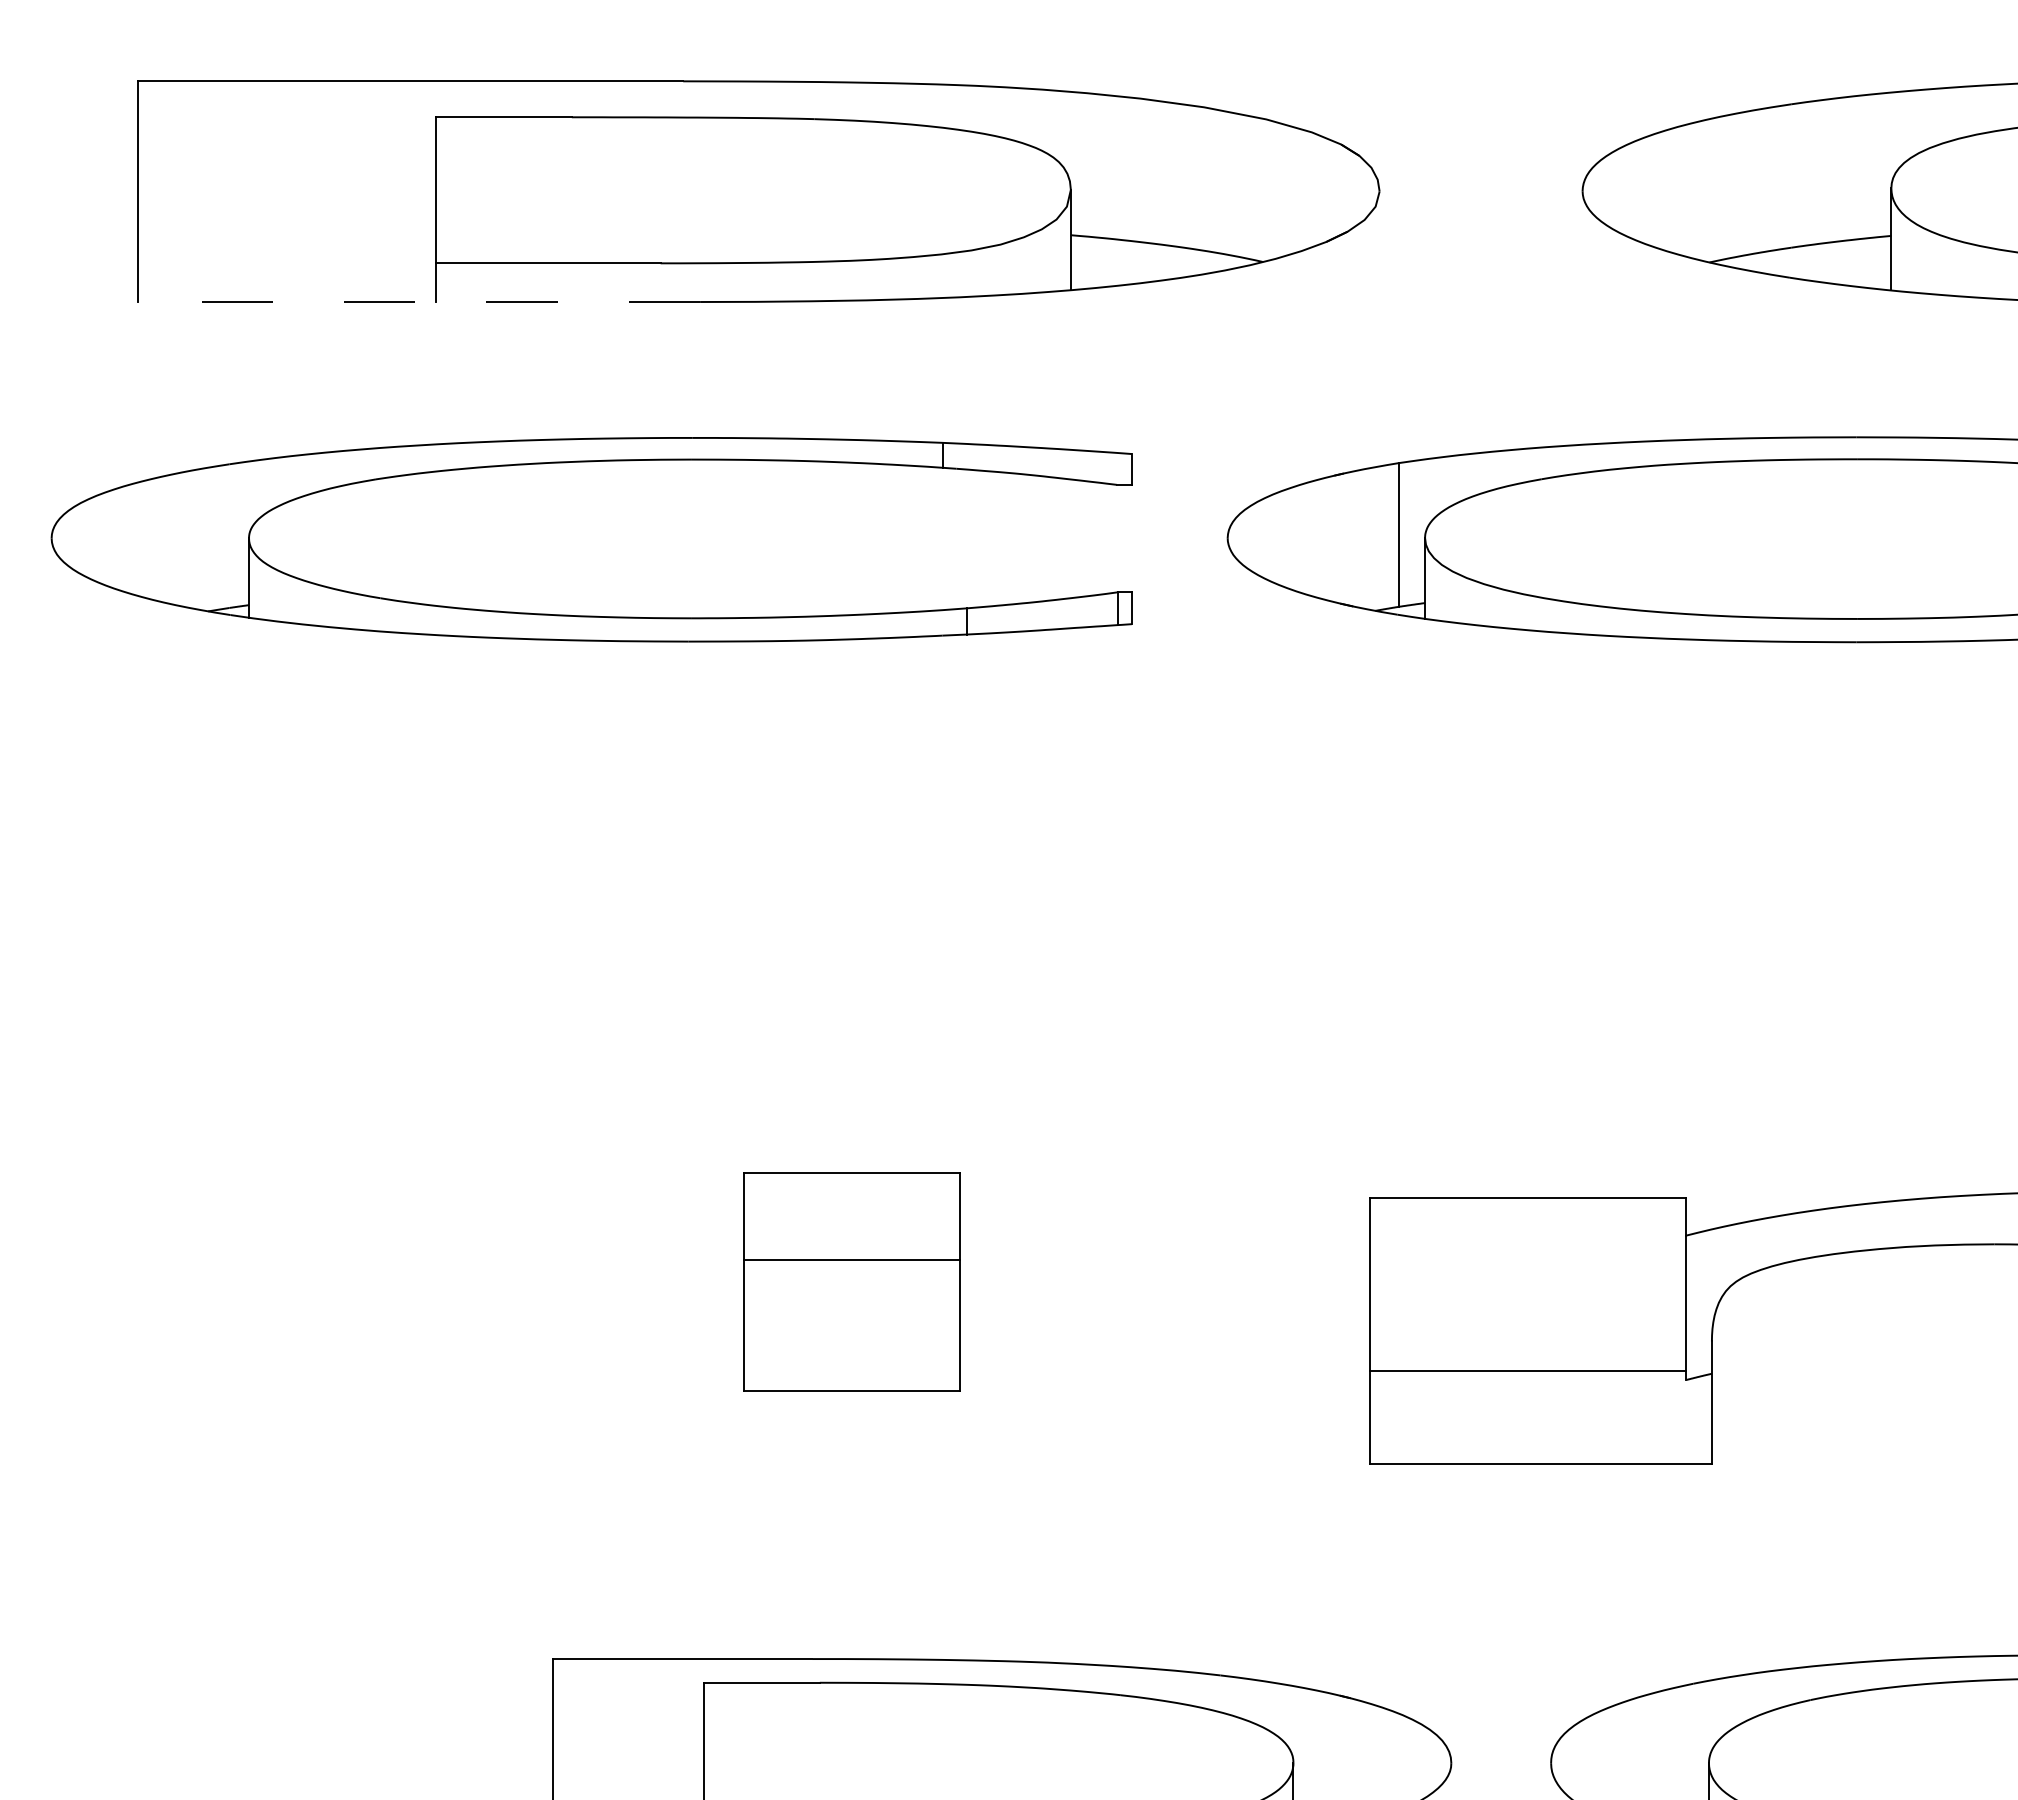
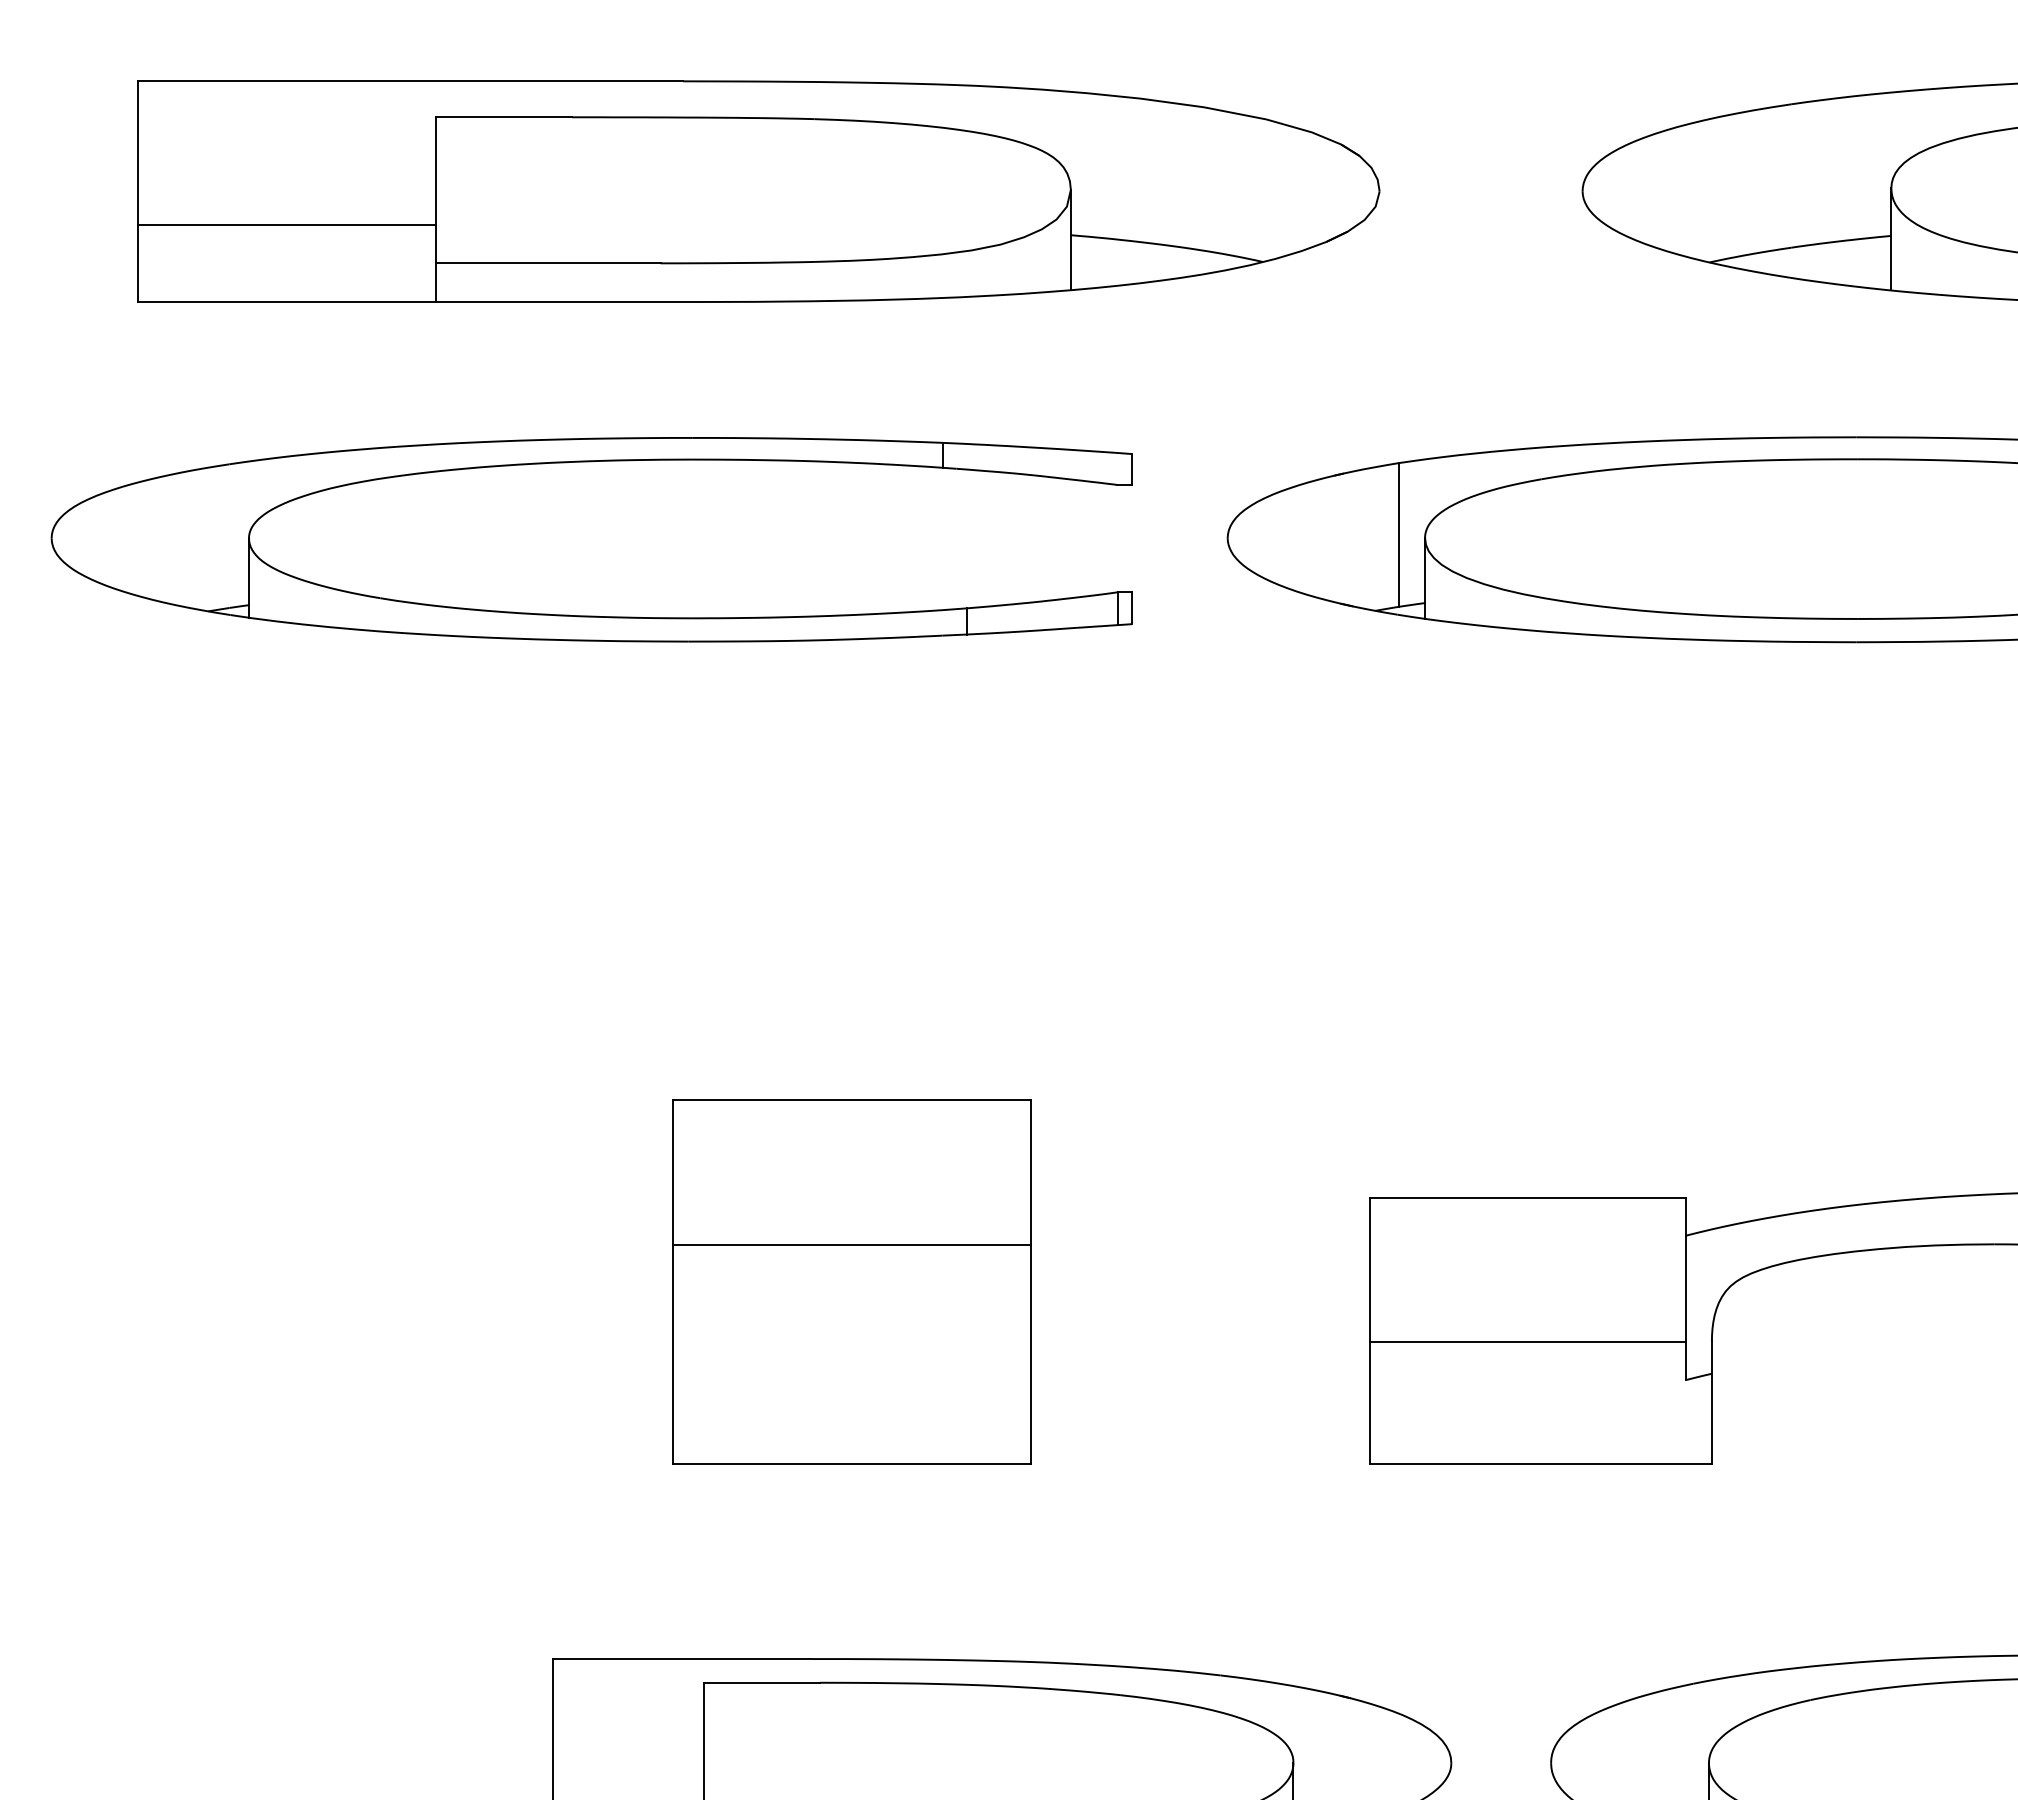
line at (286, 224): none -> present
line at (418, 302): dashed -> solid
part at (851, 1281) size: 218x220 px -> 360x366 px
line at (1527, 1371) position: (1527, 1371) -> (1527, 1342)
